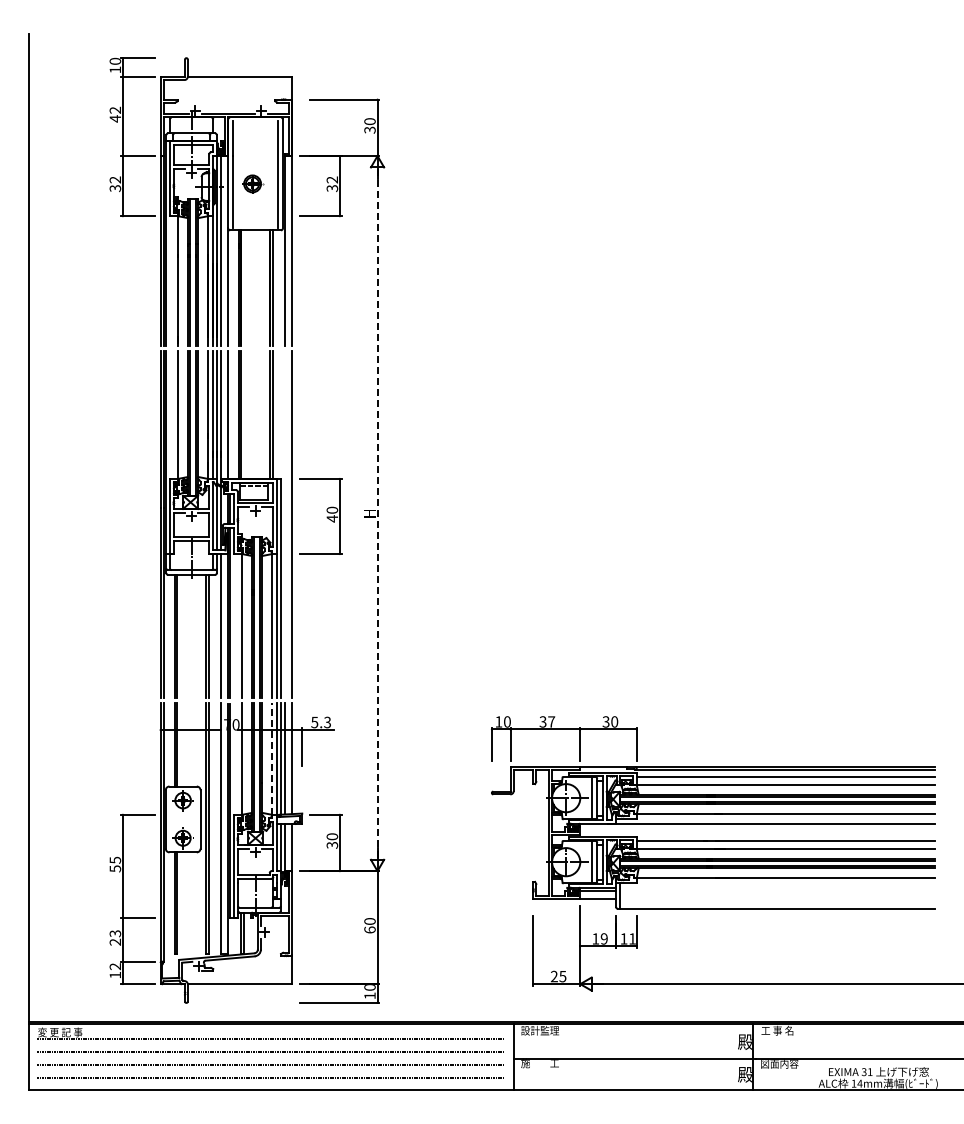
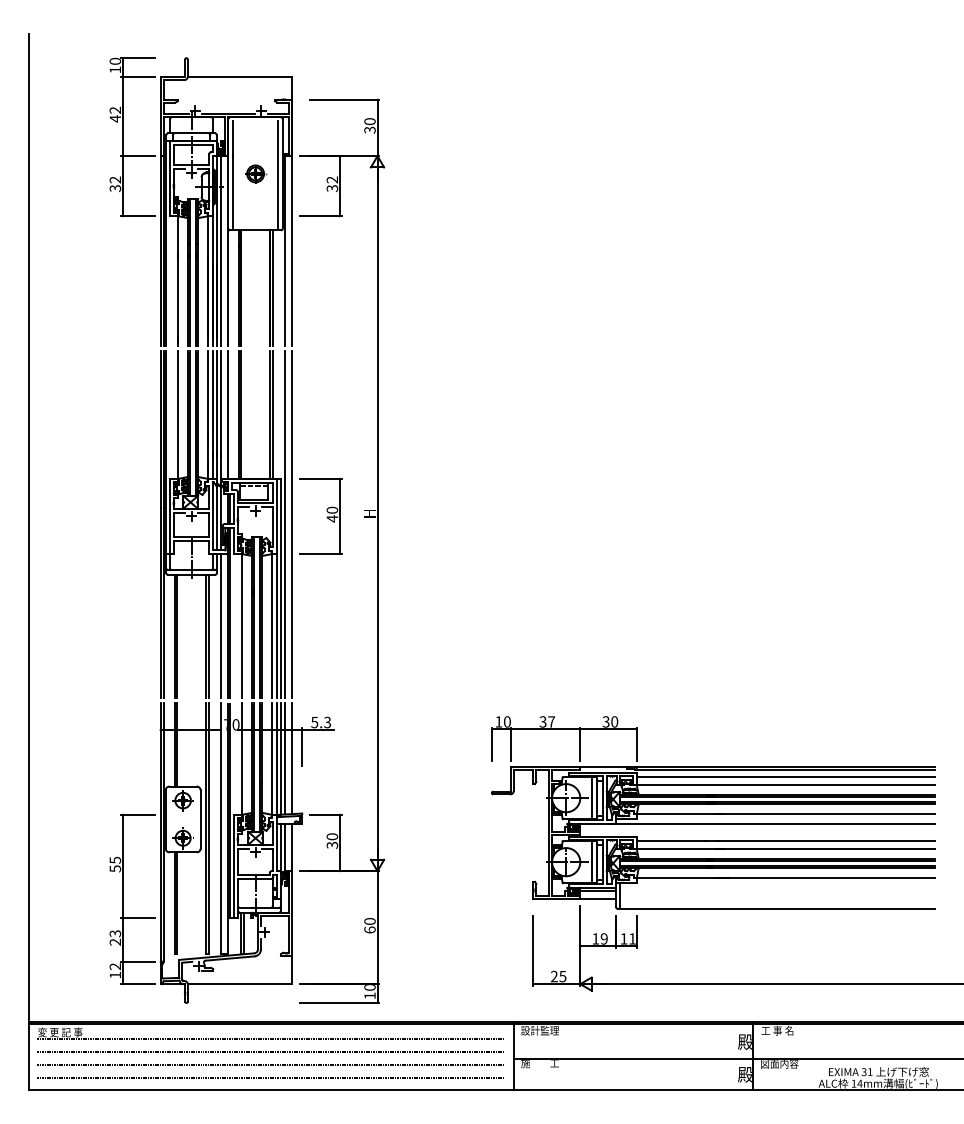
part at (253, 183) position: (253, 183) -> (256, 173)
line at (377, 513): dashed -> solid
line at (284, 524): none -> present
line at (271, 758): dashed -> solid
